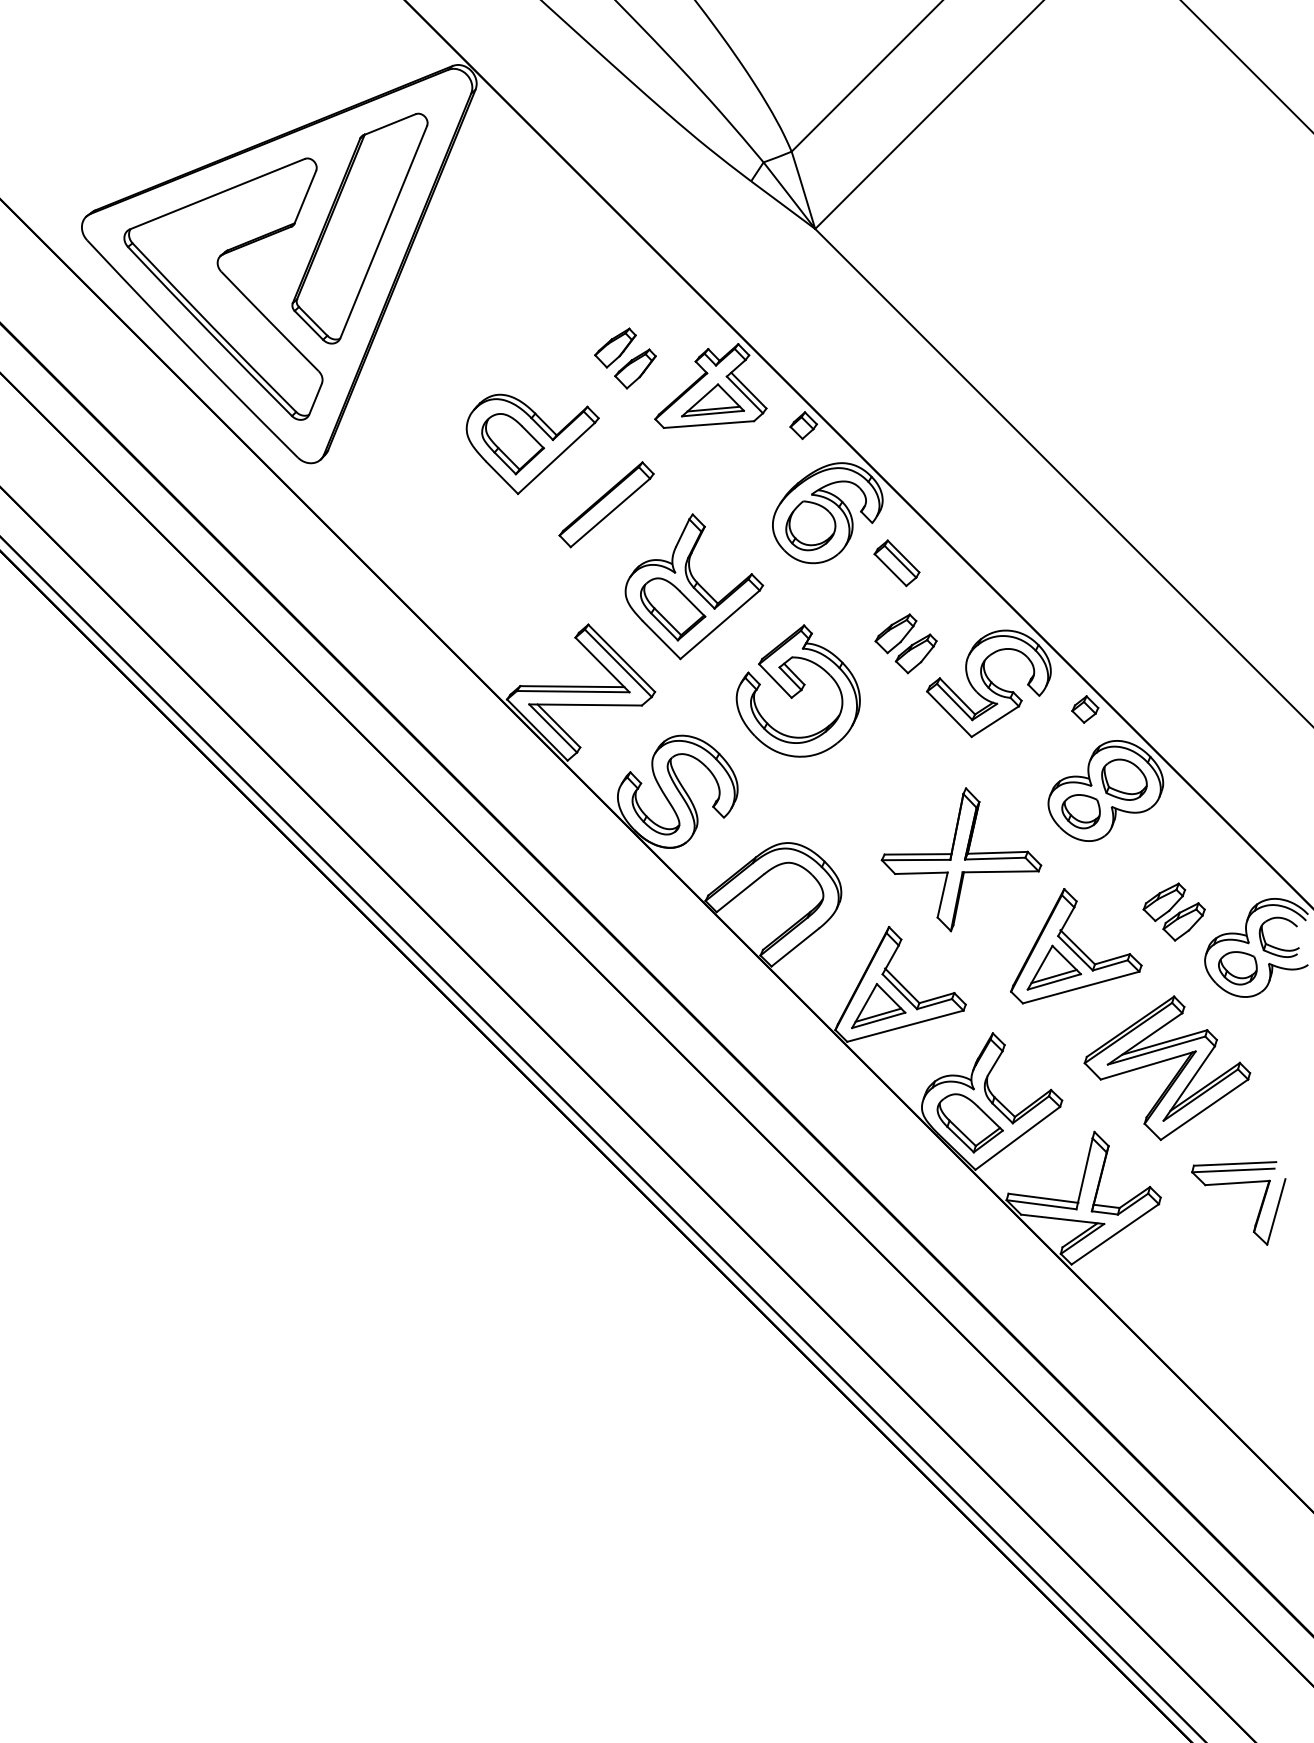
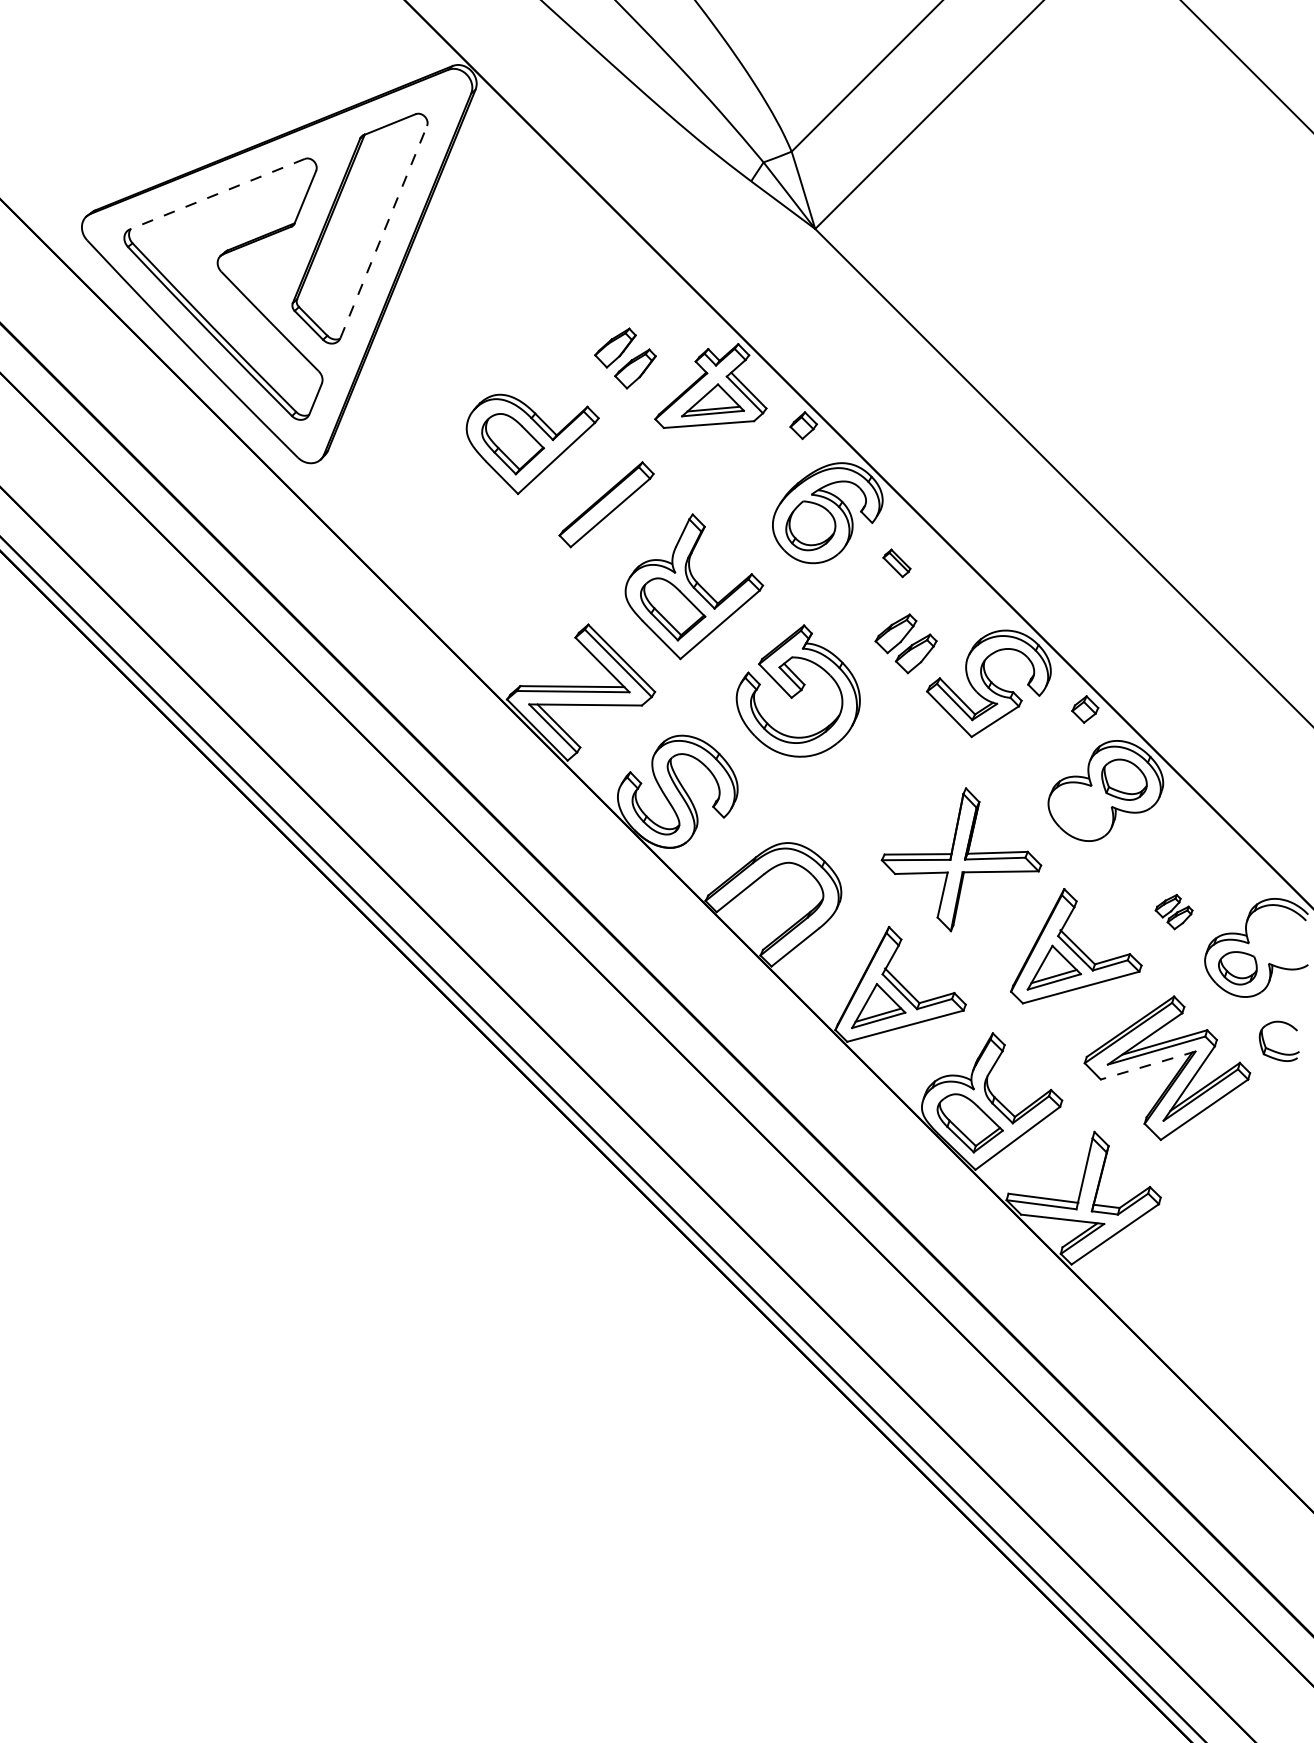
line at (216, 194): solid -> dashed
line at (383, 231): solid -> dashed
part at (896, 563) size: 48x49 px -> 30x31 px
part at (1080, 811): present -> none
part at (1173, 911) size: 64x60 px -> 40x38 px
part at (1275, 946) position: (1275, 946) -> (1275, 1050)
line at (1147, 1065): solid -> dashed
part at (1234, 1184): present -> none
